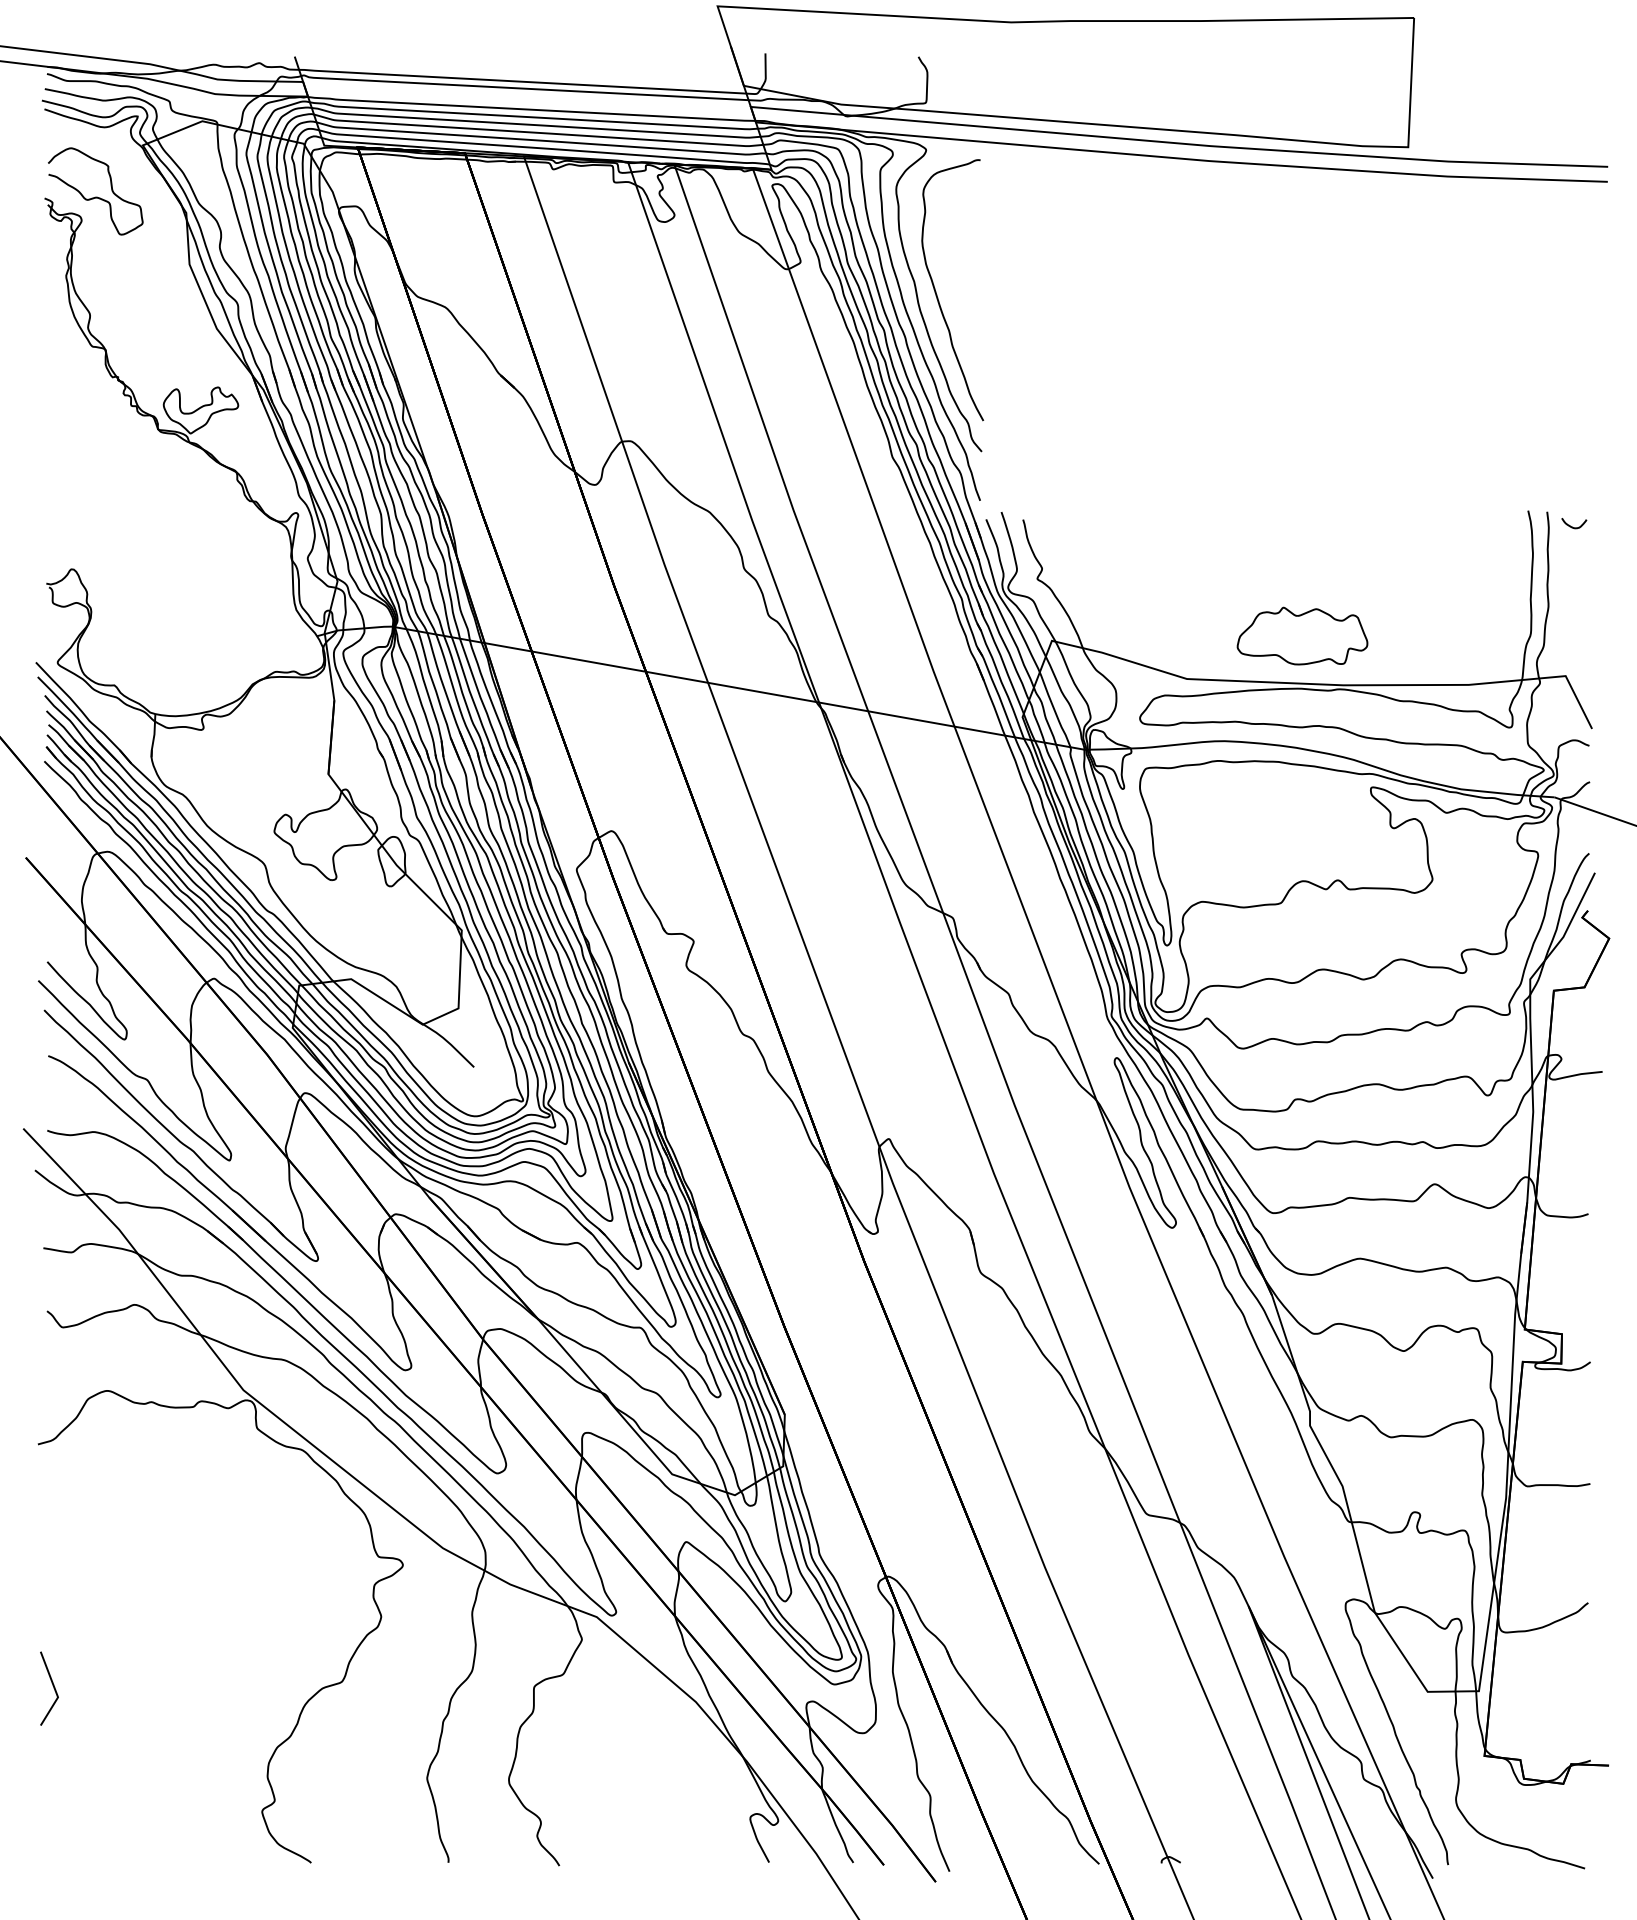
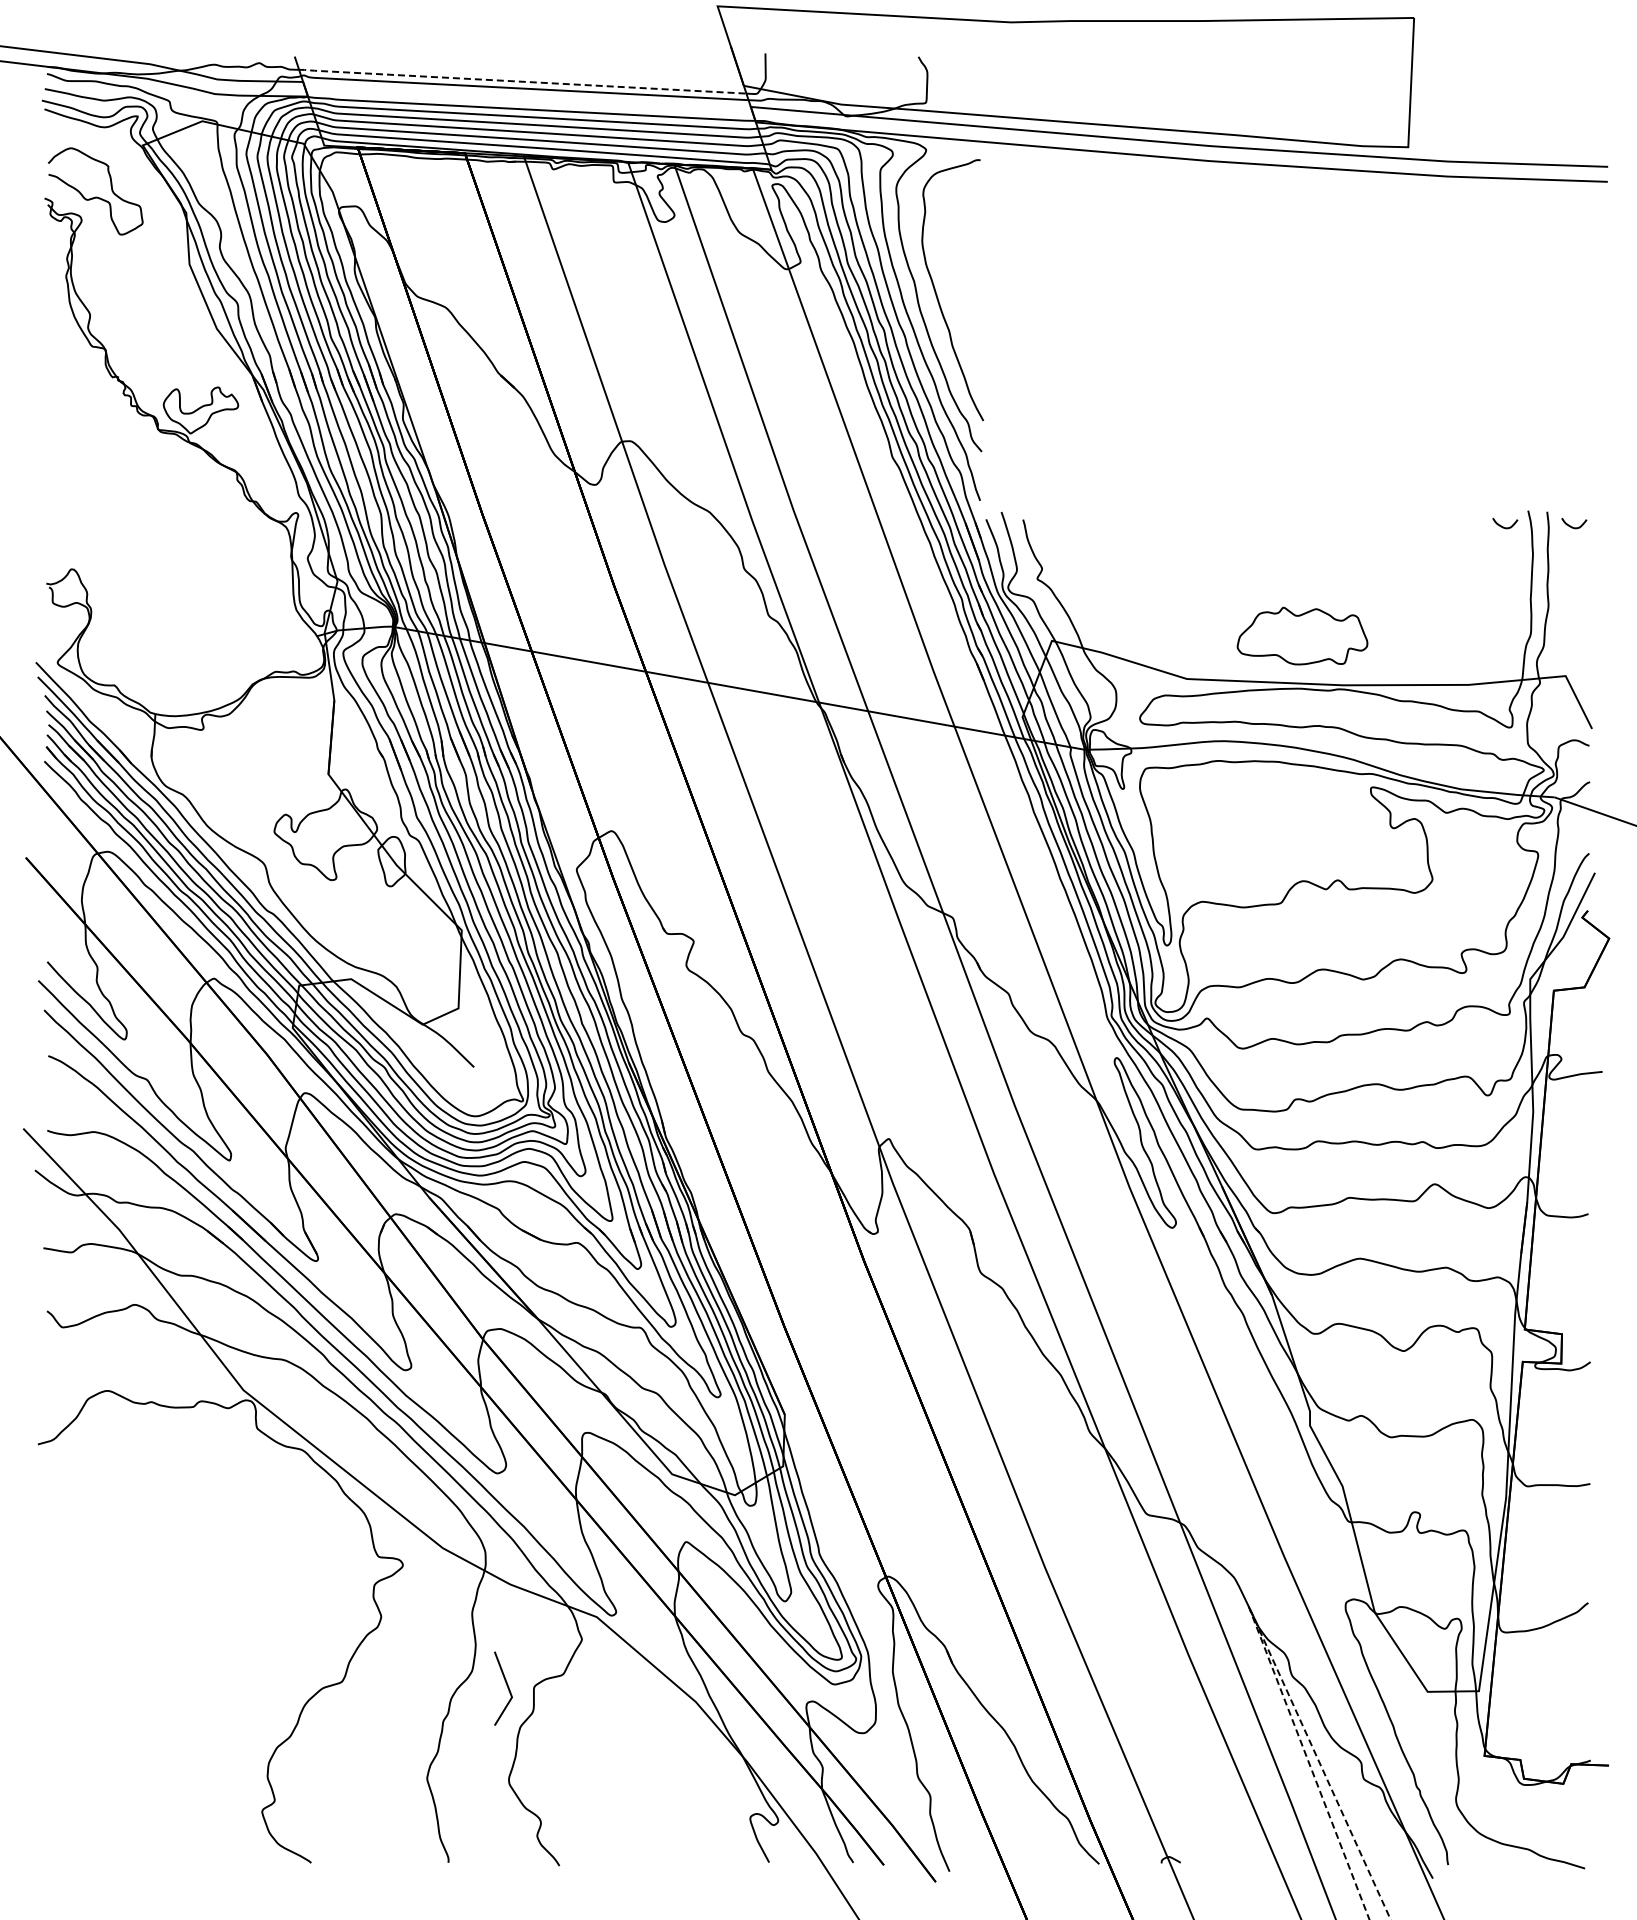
line at (521, 81): solid -> dashed
curve at (1503, 526): none -> present
line at (1249, 1608): solid -> dashed
line at (53, 1688) position: (53, 1688) -> (507, 1688)
